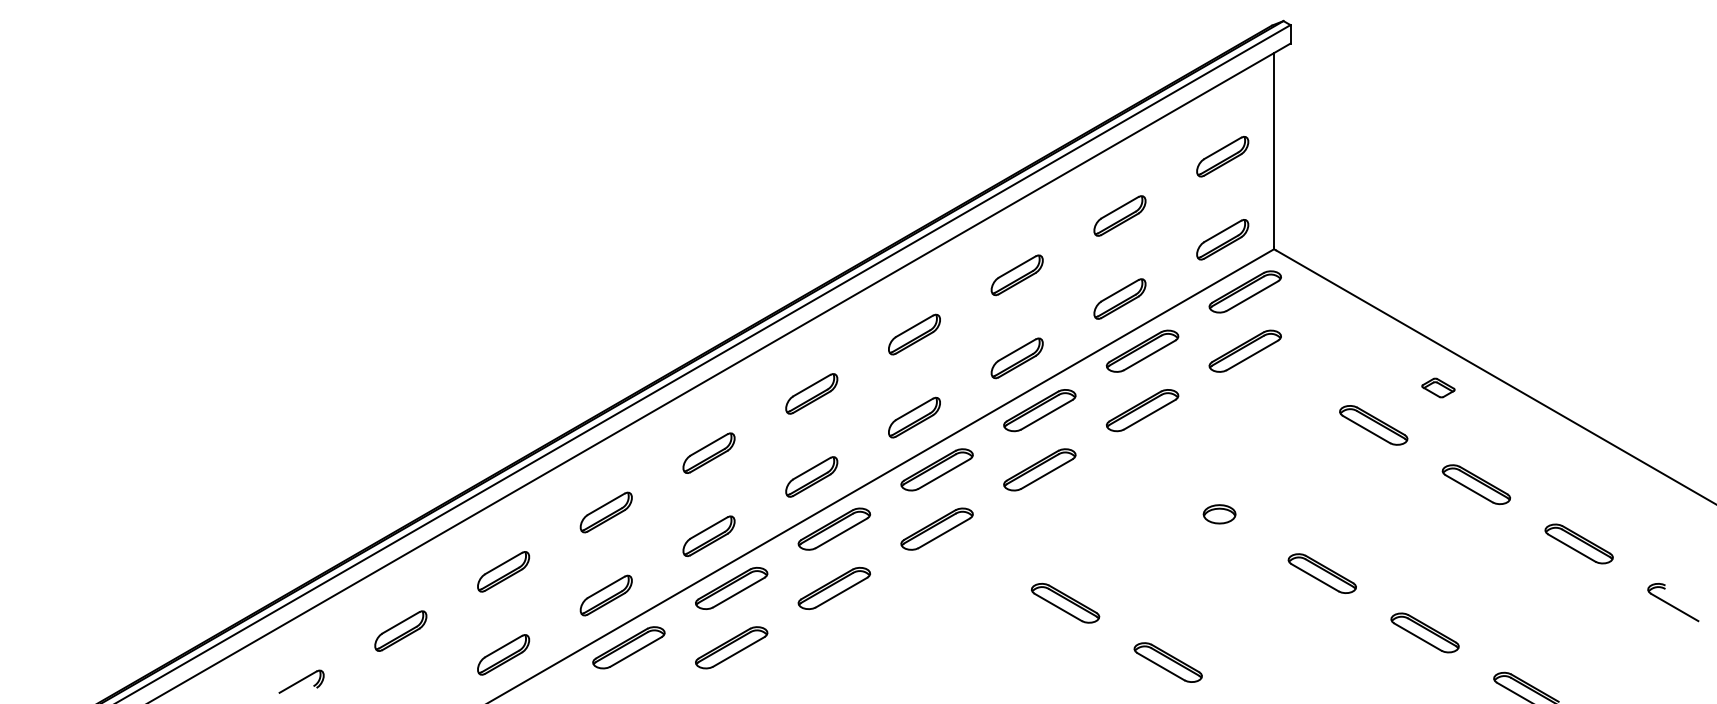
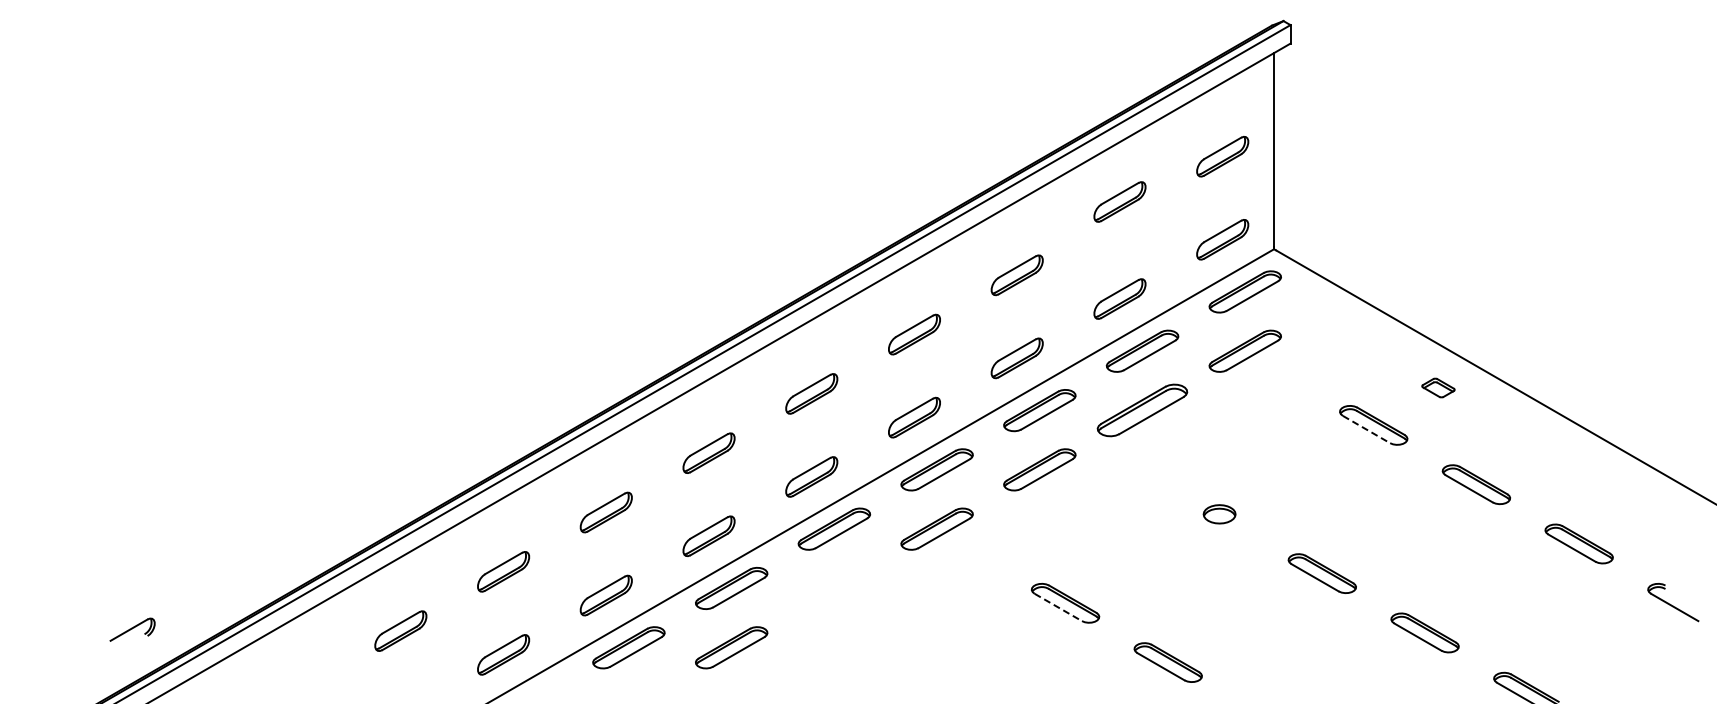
part at (1119, 215) position: (1119, 215) -> (1119, 201)
part at (1142, 410) size: 74x44 px -> 93x55 px
line at (1366, 429): solid -> dashed
part at (833, 587): present -> none
line at (1058, 607): solid -> dashed
part at (301, 681) position: (301, 681) -> (132, 629)
